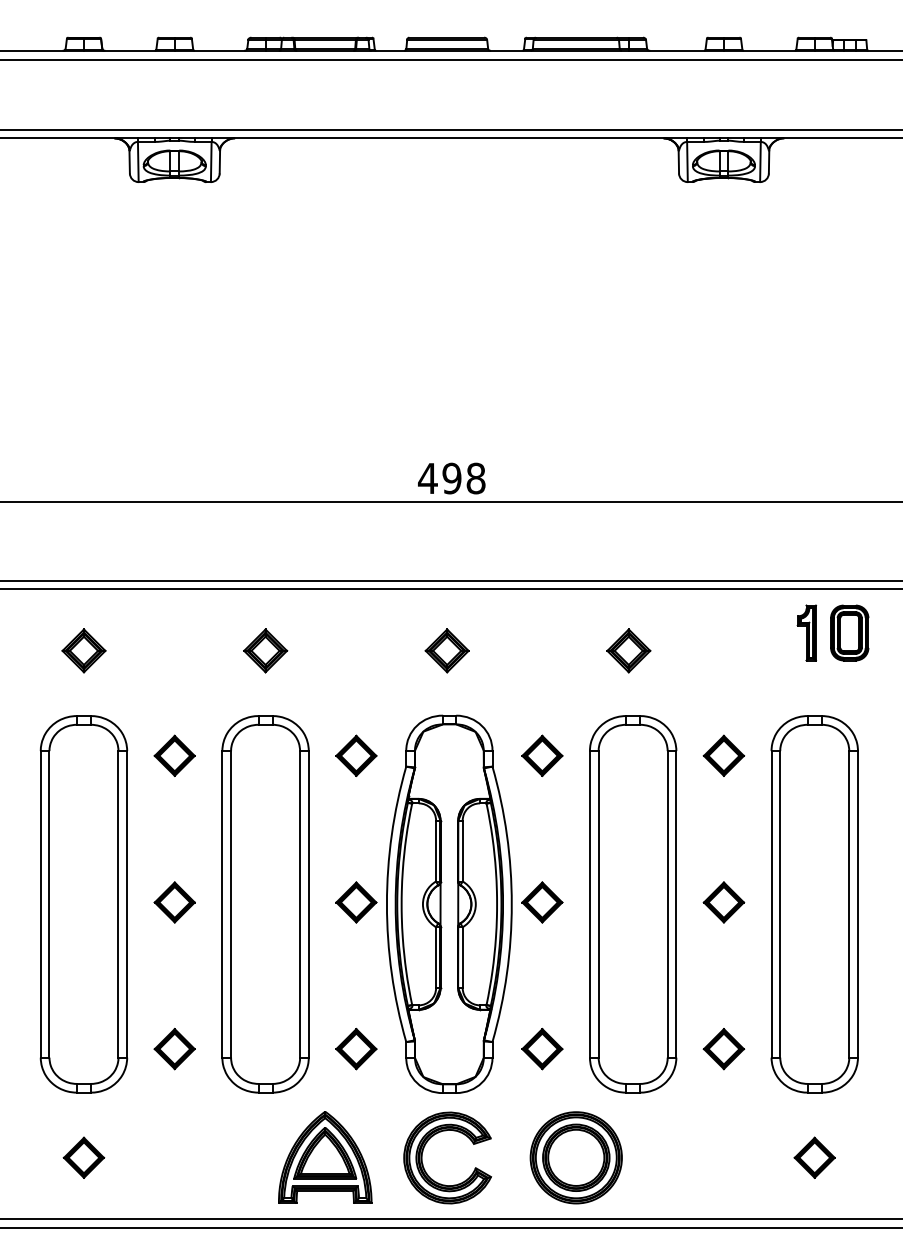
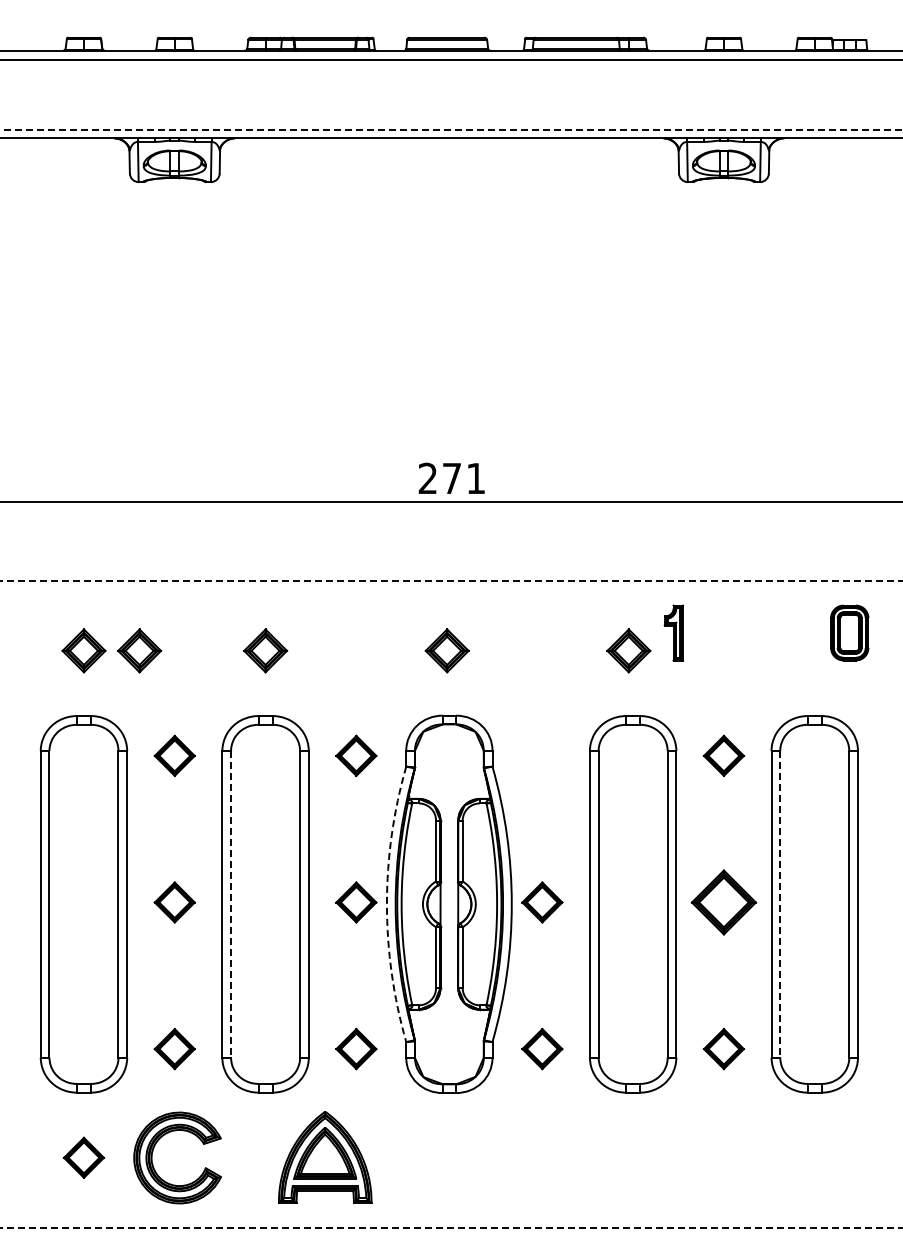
line at (451, 129): solid -> dashed
text at (451, 478): 498 -> 271
line at (451, 580): solid -> dashed
line at (450, 589): present -> none
part at (806, 632) position: (806, 632) -> (673, 632)
part at (139, 650): none -> present
part at (542, 755): present -> none
part at (723, 902) size: 44x43 px -> 68x67 px
line at (231, 904): solid -> dashed
arc at (386, 904): solid -> dashed
line at (780, 904): solid -> dashed
part at (425, 1146) position: (425, 1146) -> (155, 1146)
part at (575, 1157): present -> none
part at (814, 1157): present -> none
line at (450, 1219): present -> none
line at (451, 1228): solid -> dashed
